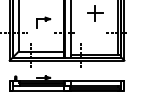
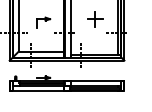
part at (95, 13) position: (95, 13) -> (95, 19)
